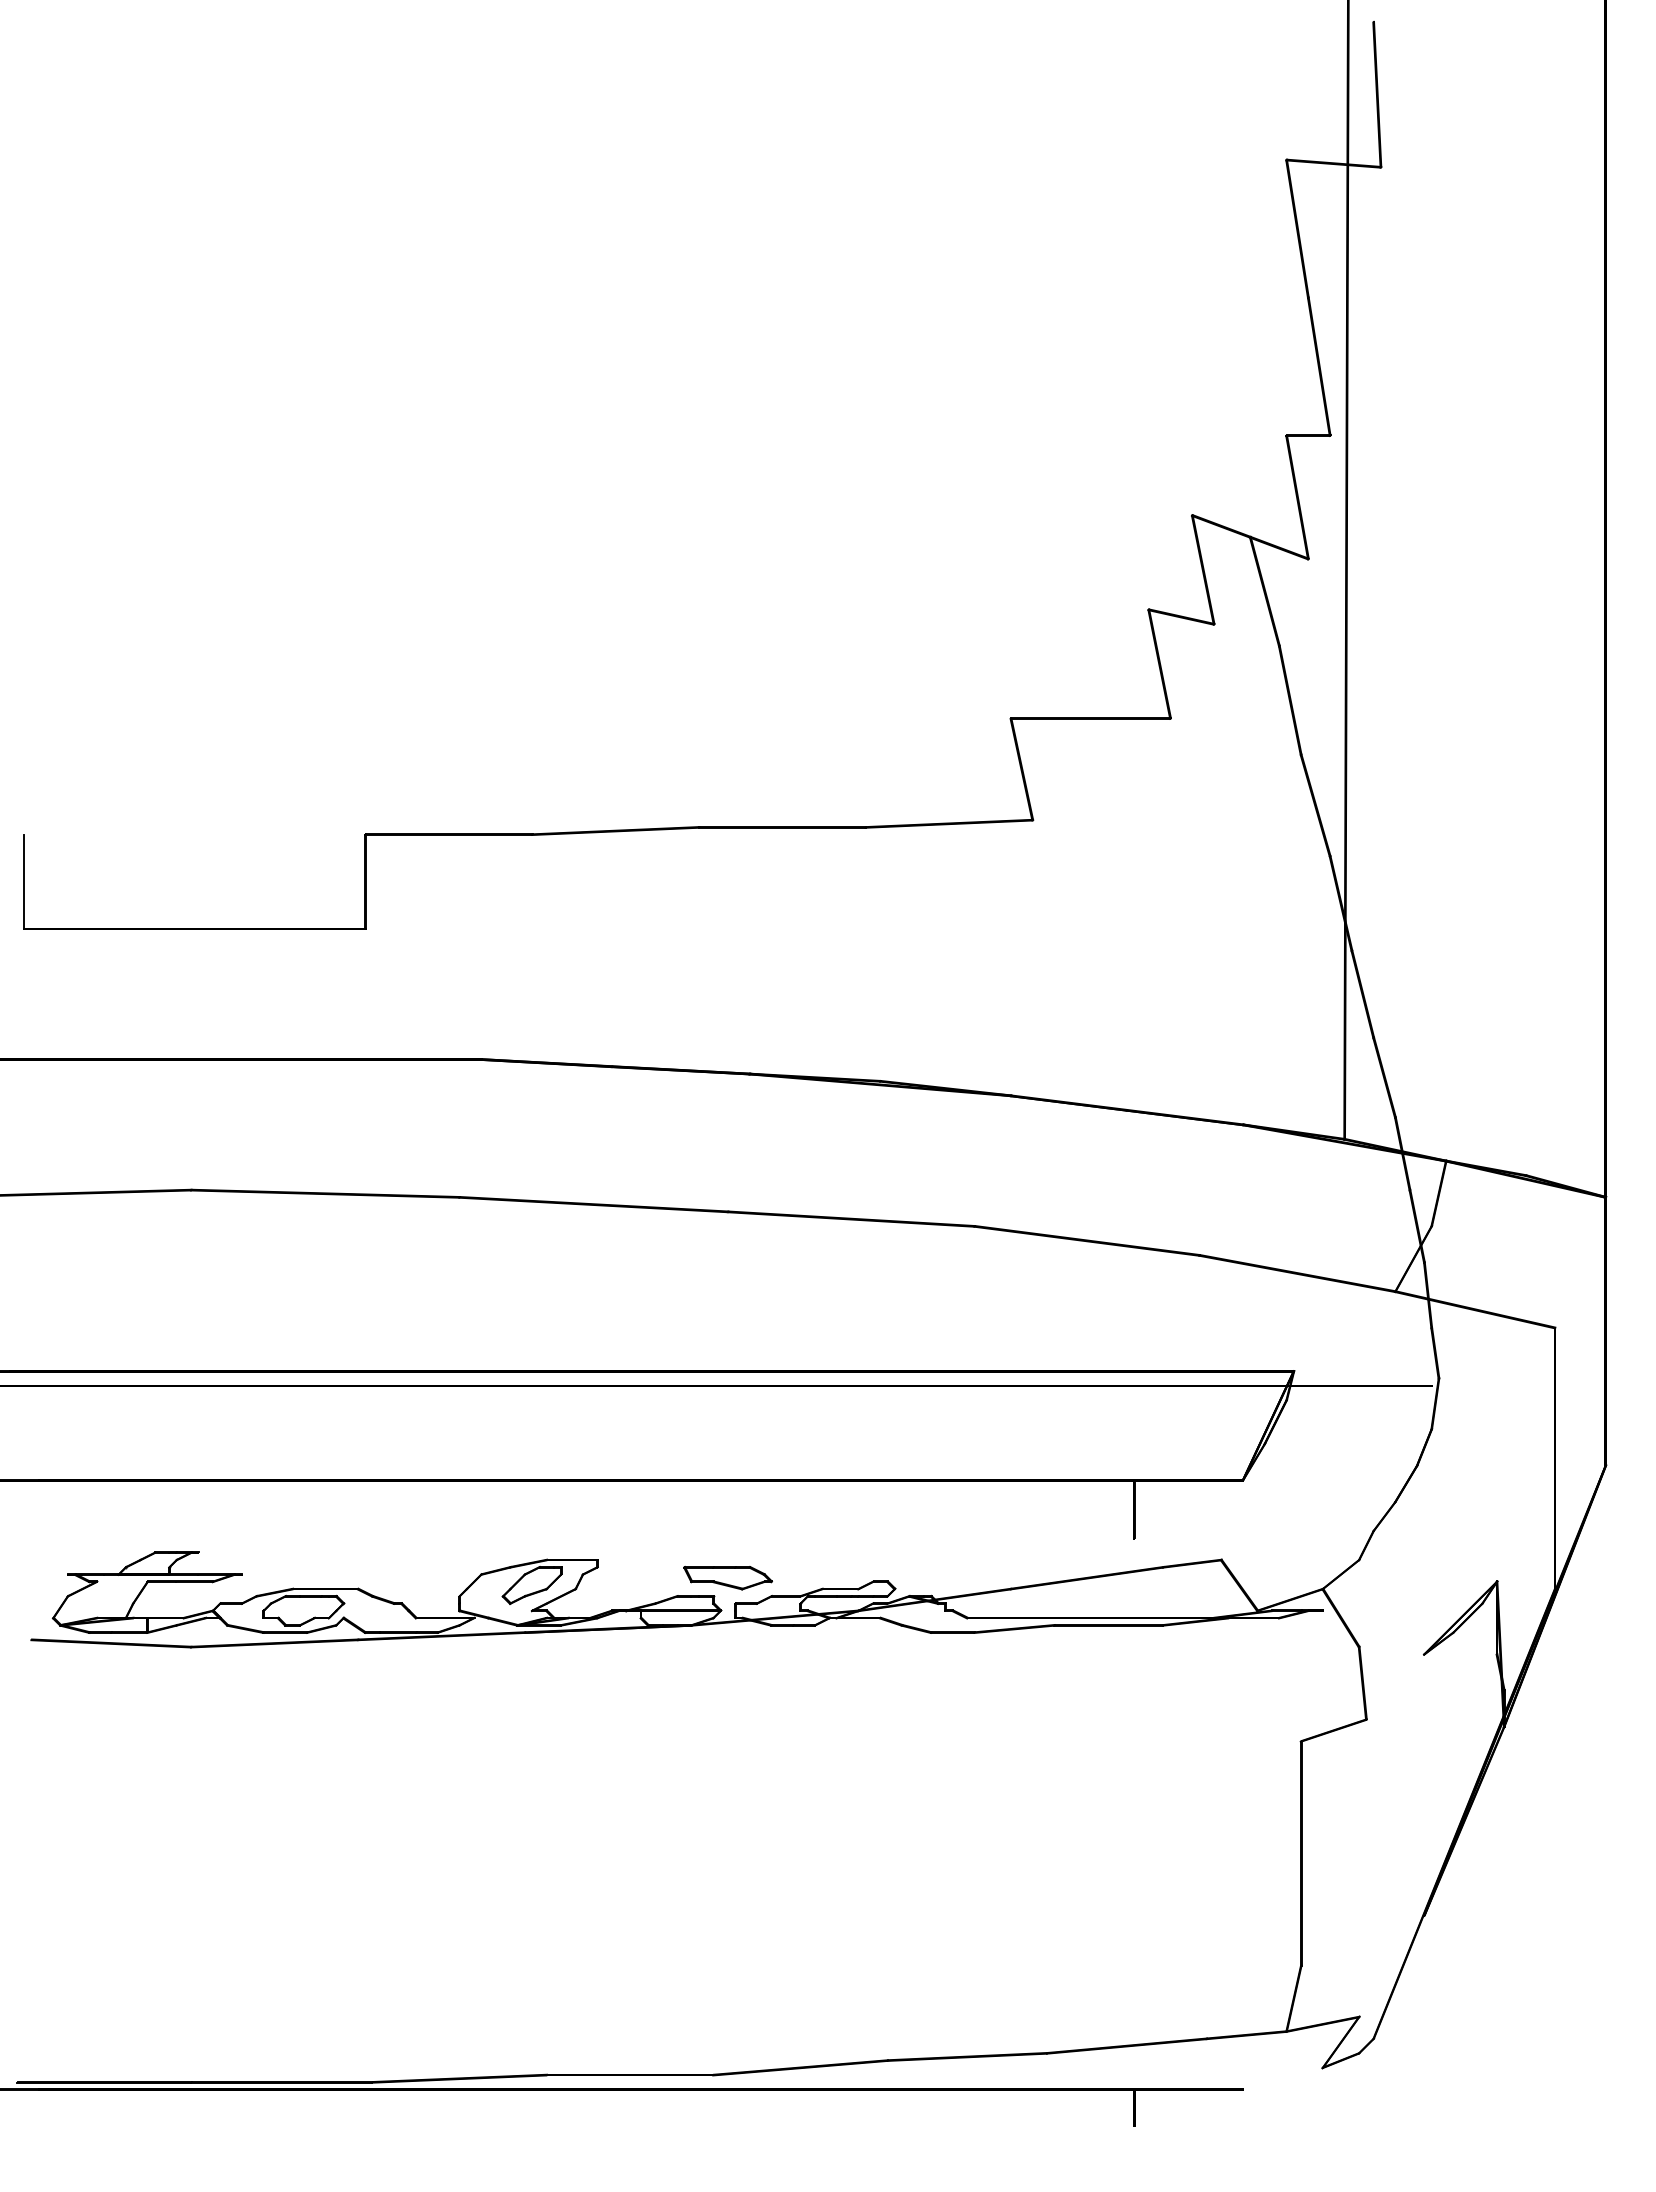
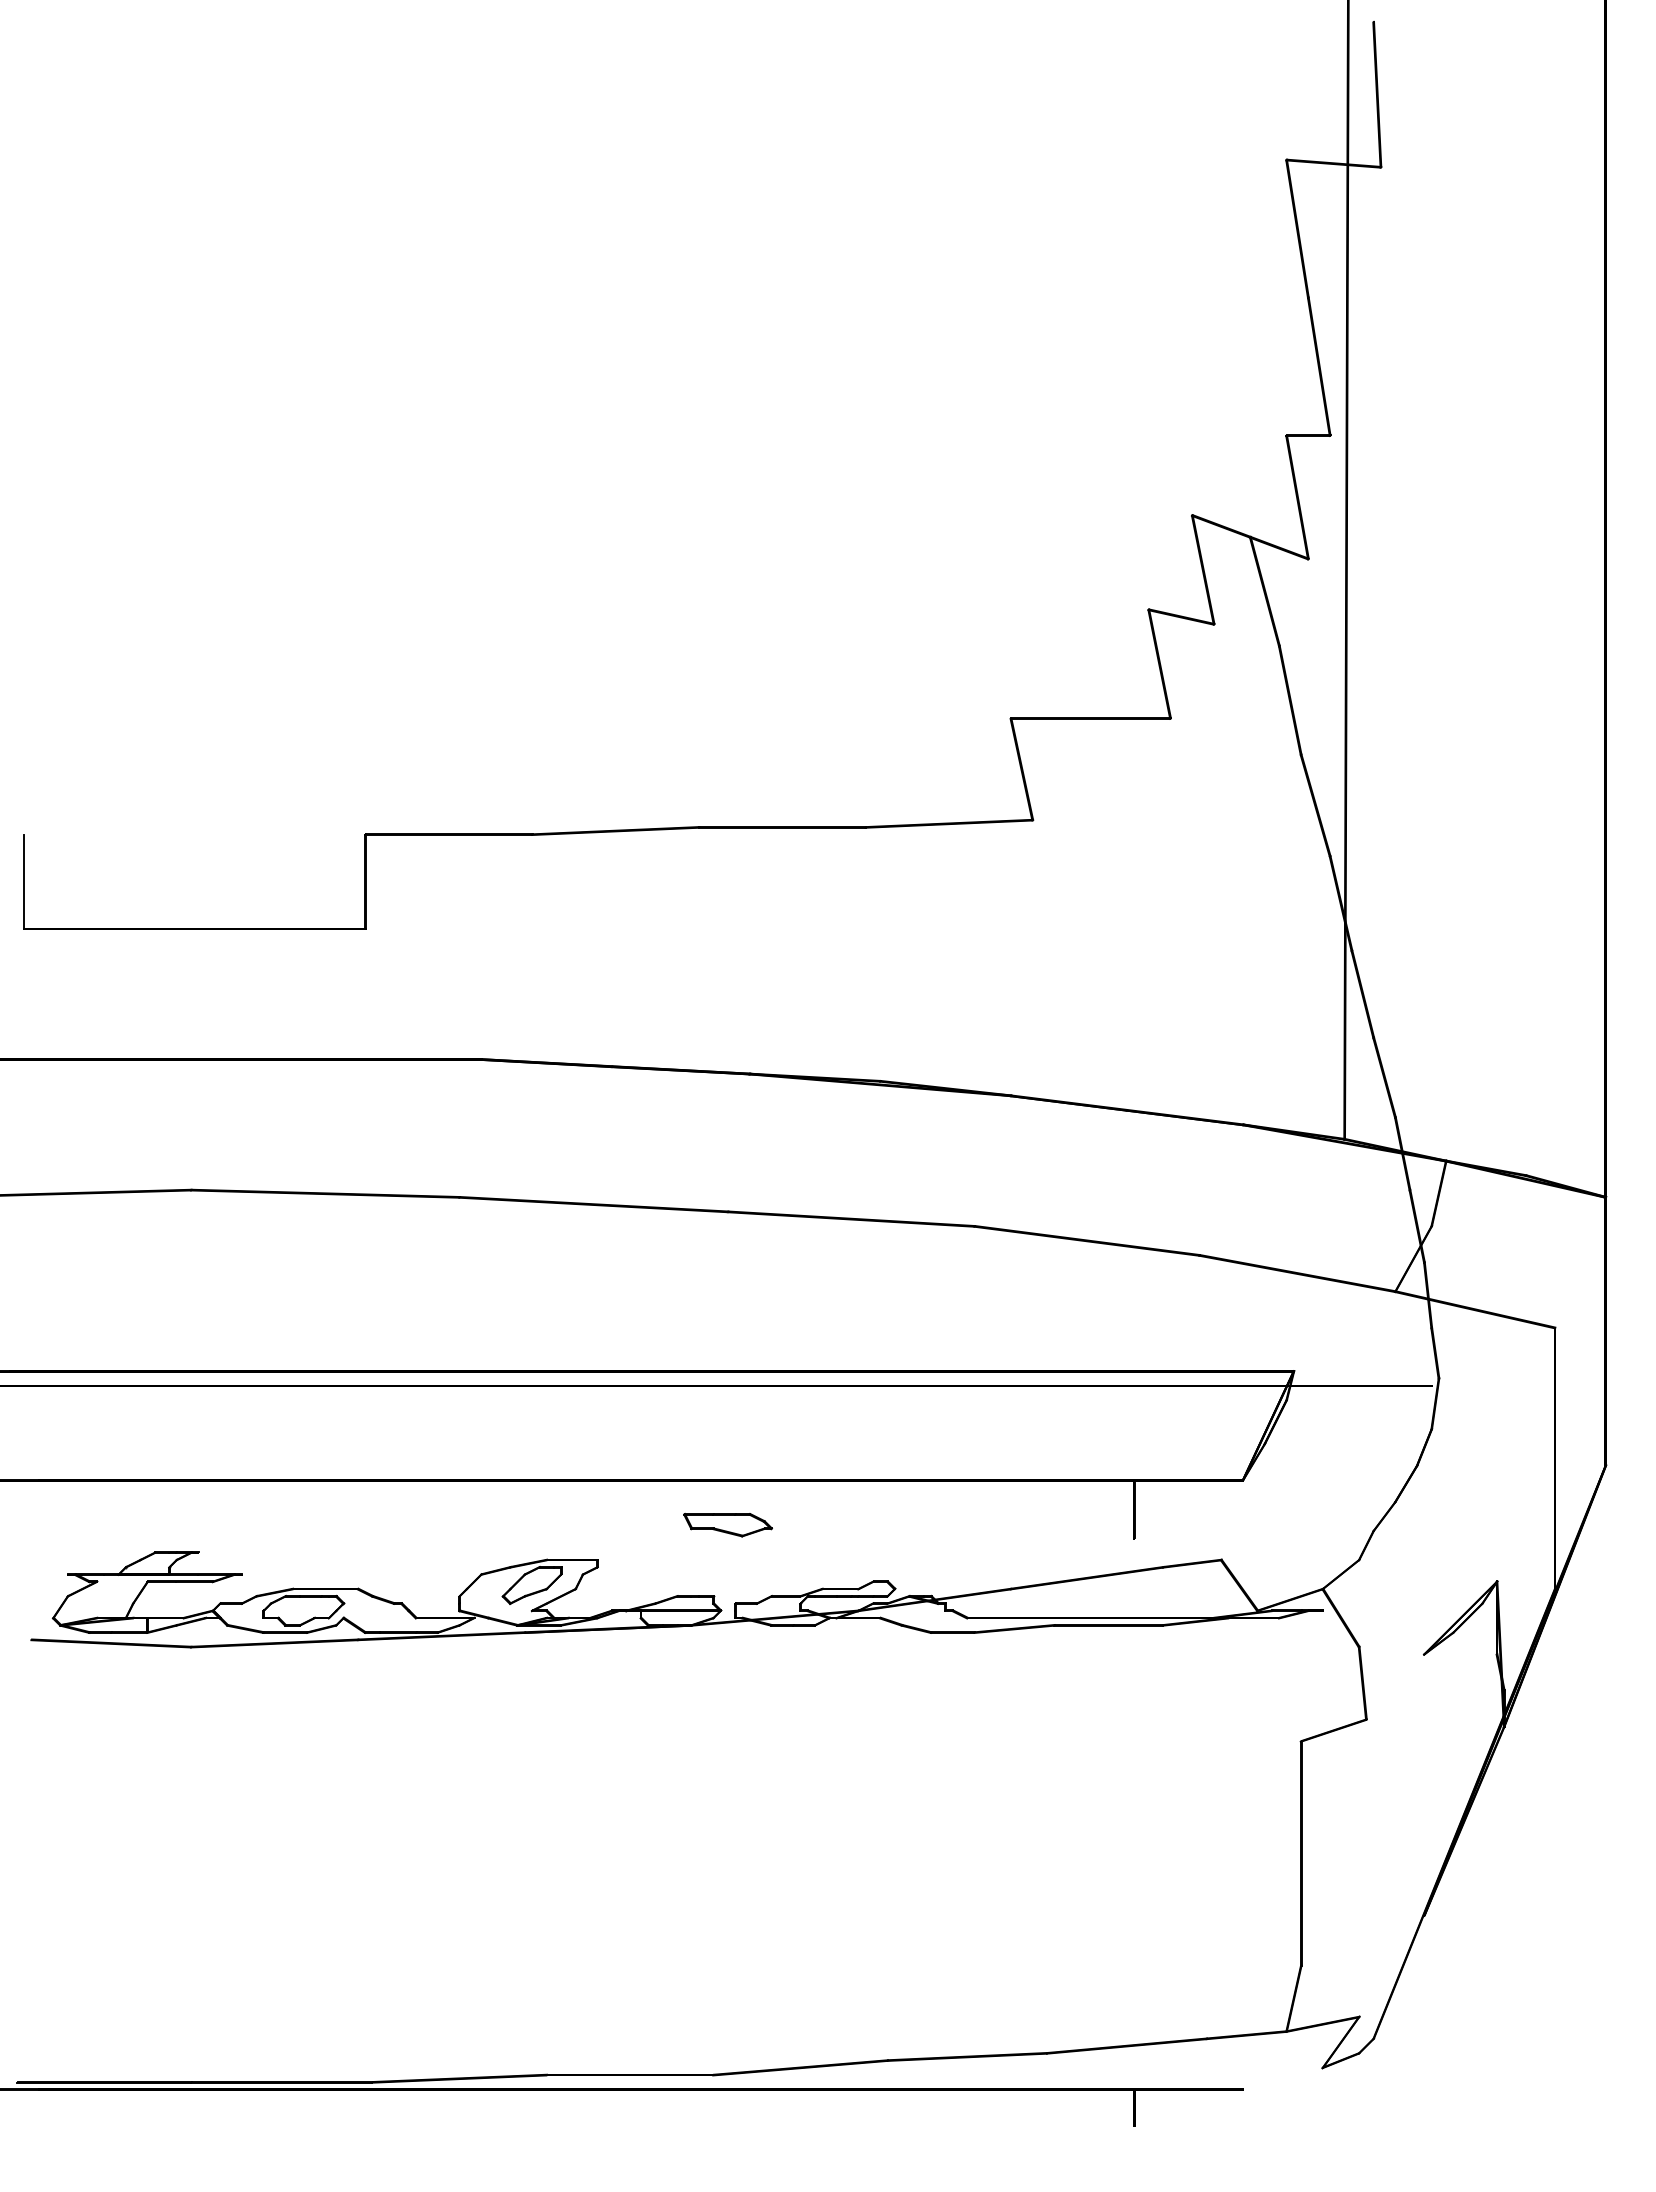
part at (727, 1578) position: (727, 1578) -> (727, 1525)
